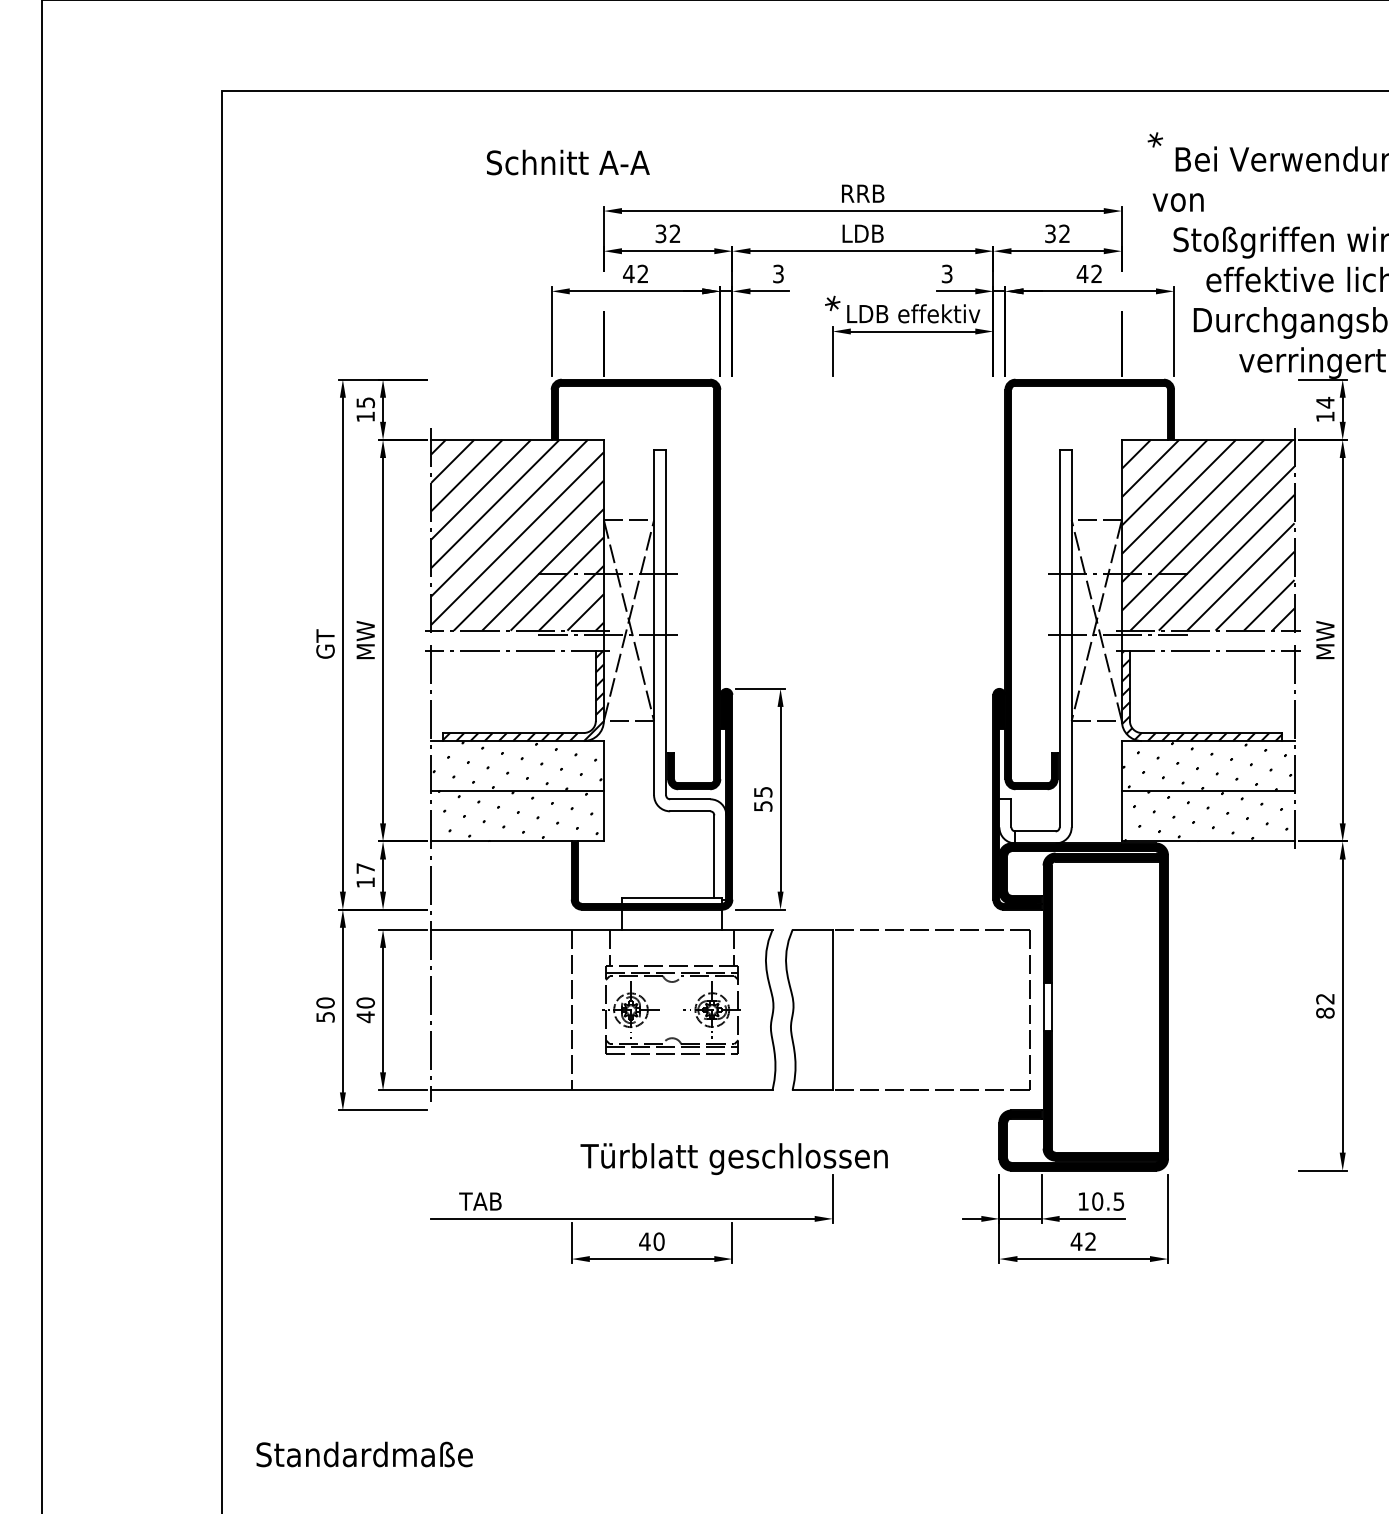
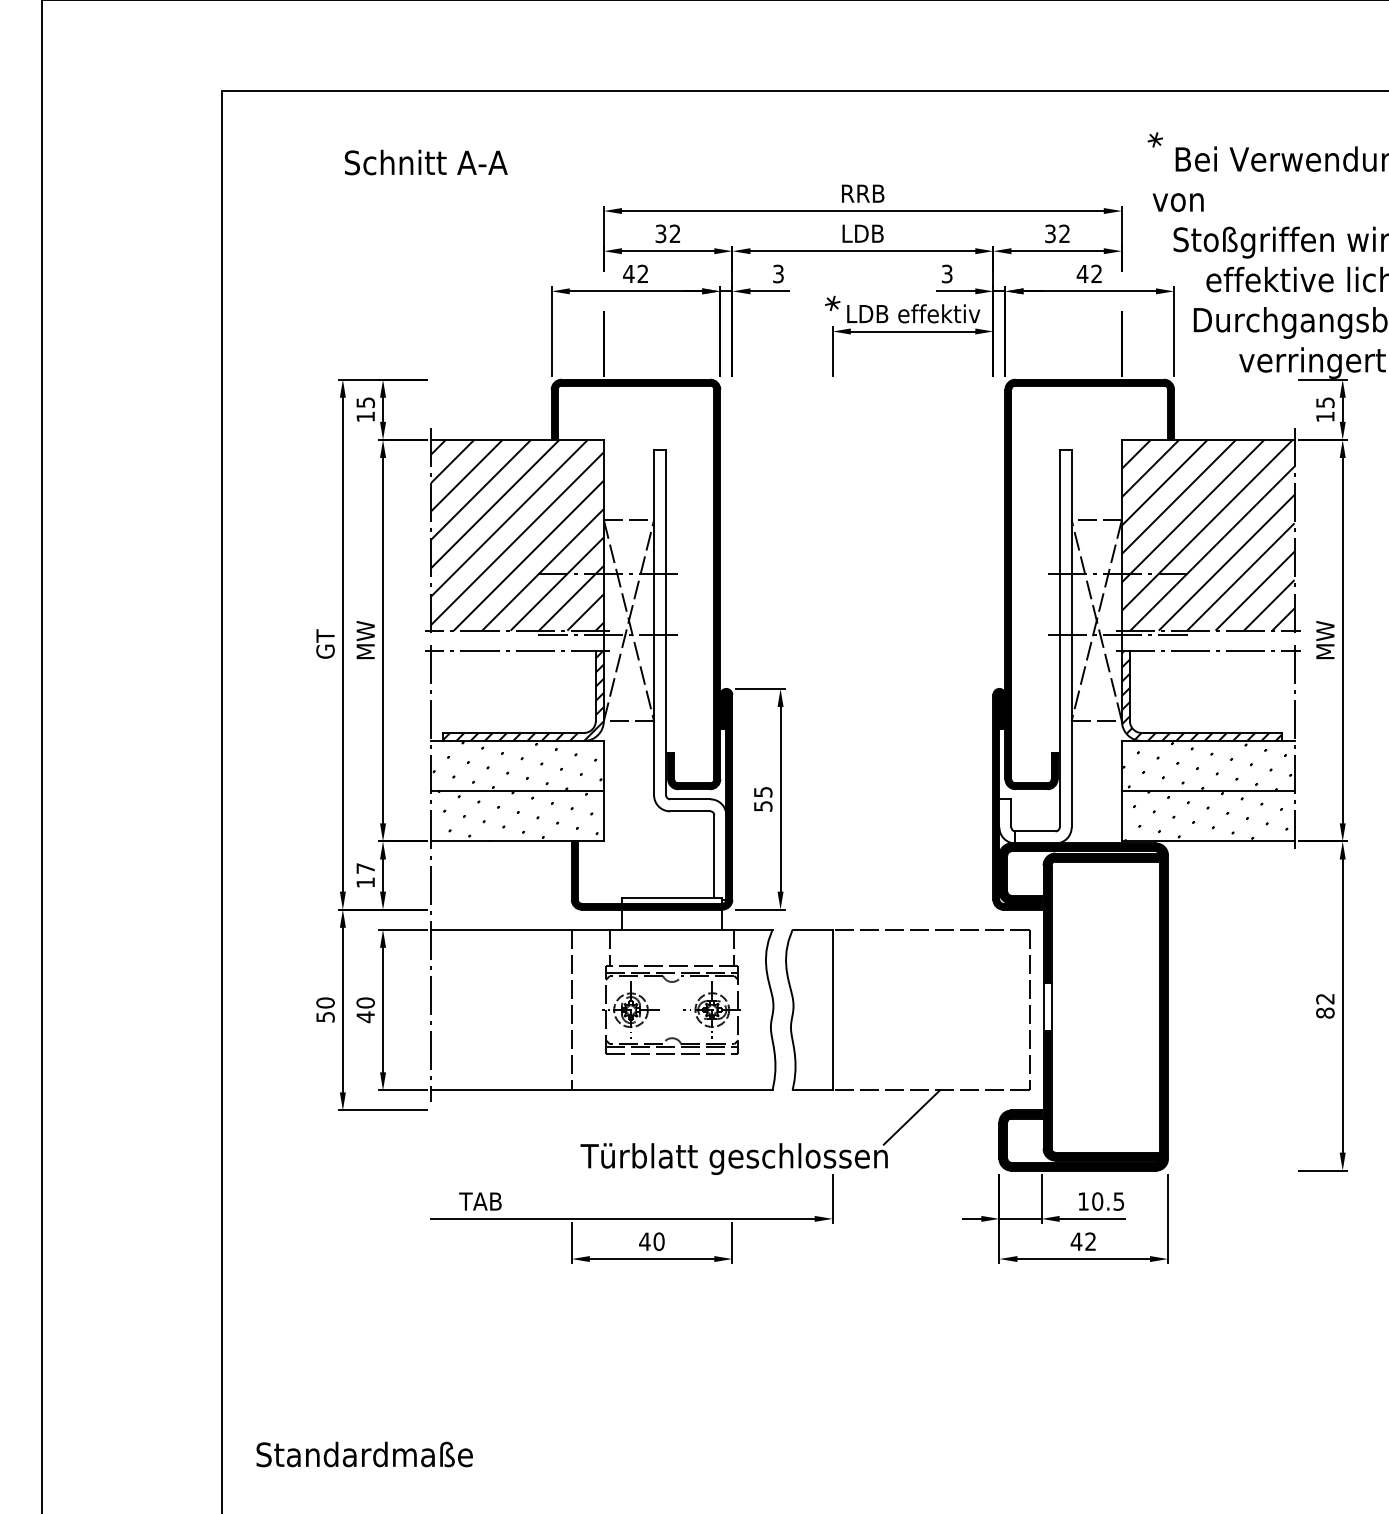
text at (568, 162) position: (568, 162) -> (426, 162)
text at (1325, 402): 14 -> 15
line at (911, 1117): none -> present
